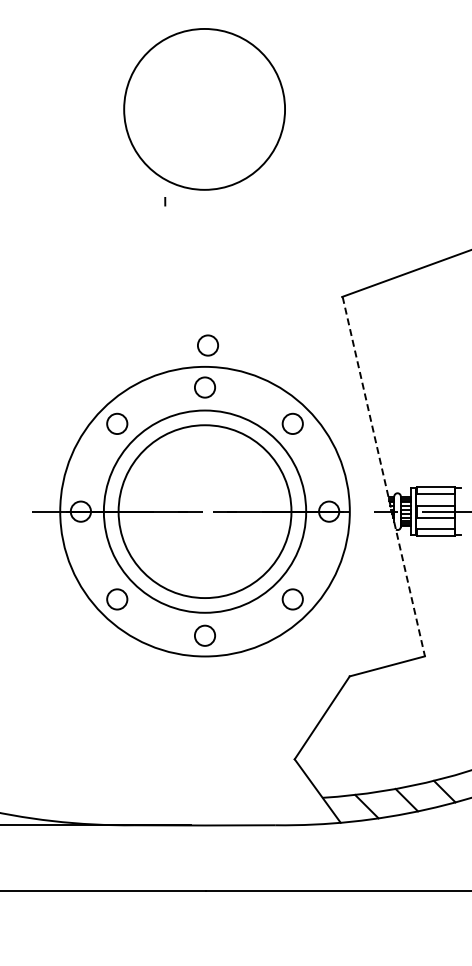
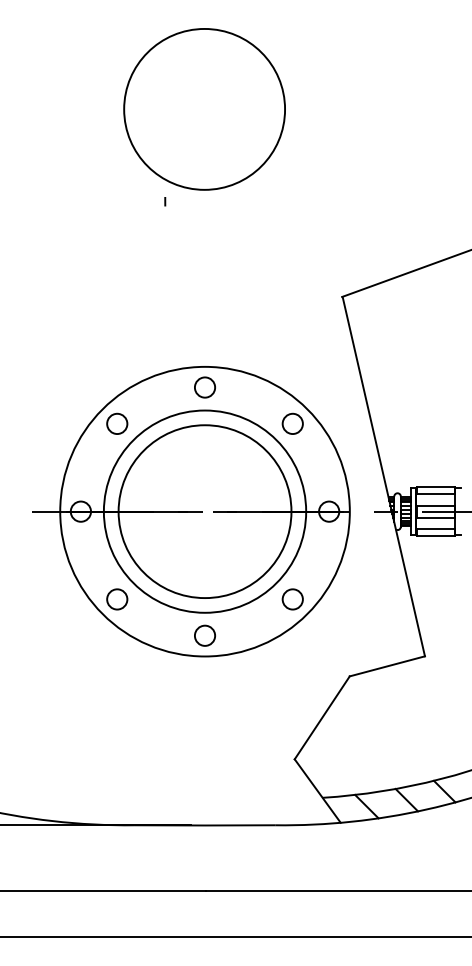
circle at (207, 345): present -> none
line at (383, 477): dashed -> solid
line at (235, 937): none -> present
